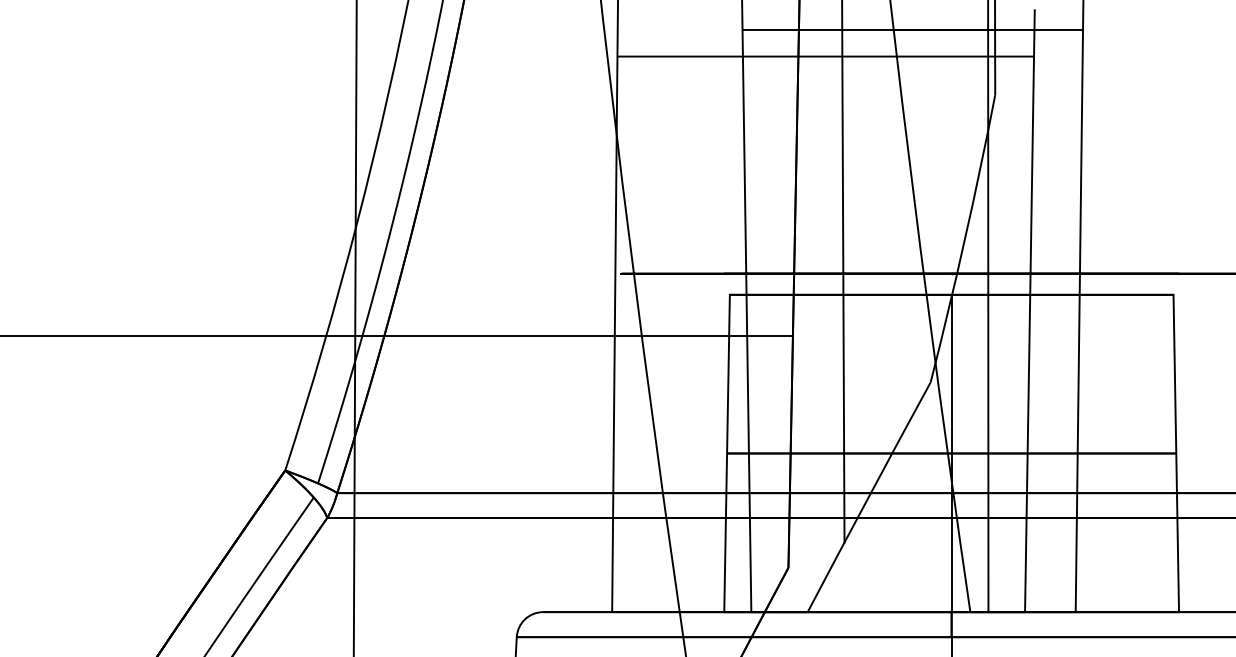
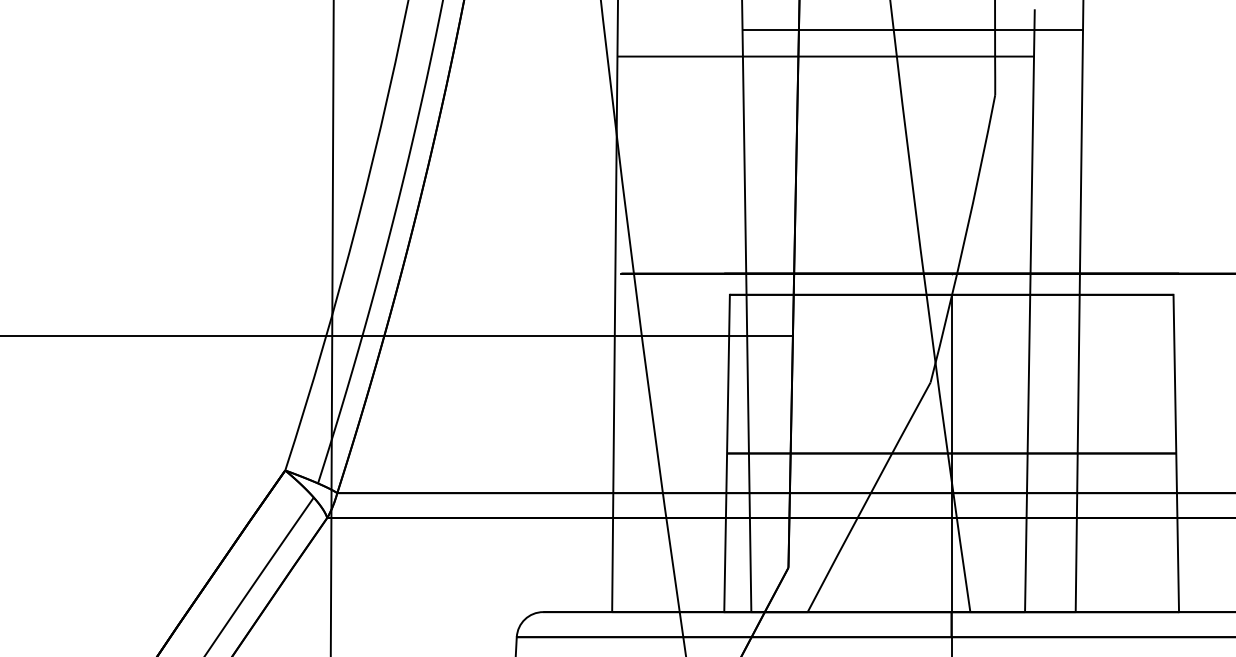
line at (843, 272): present -> none
line at (988, 307): present -> none
line at (354, 327) position: (354, 327) -> (331, 327)
